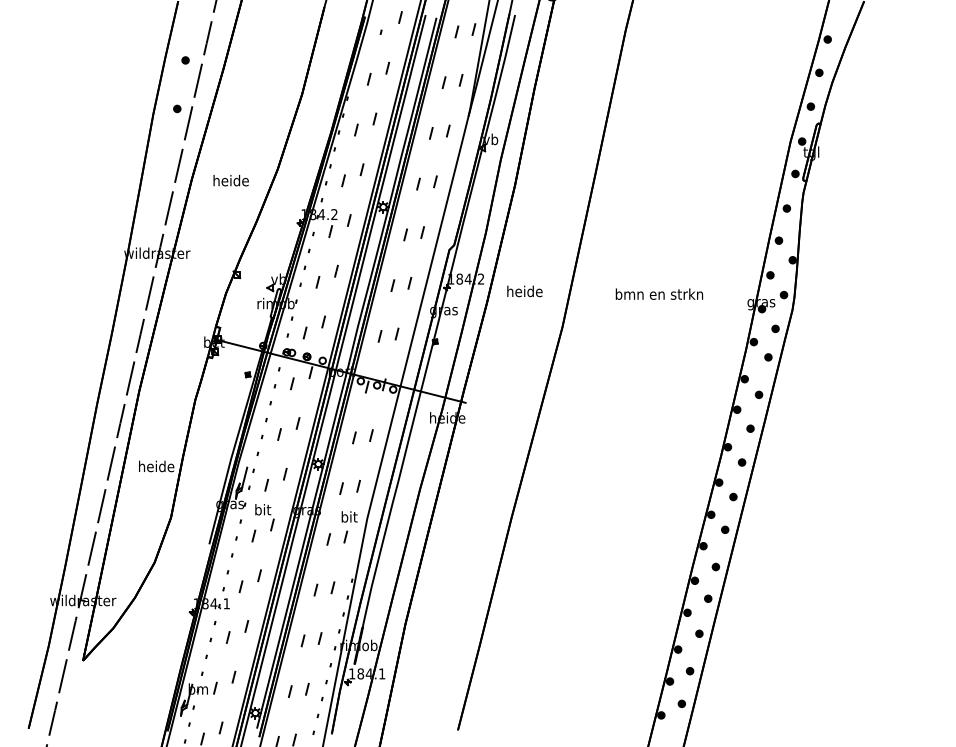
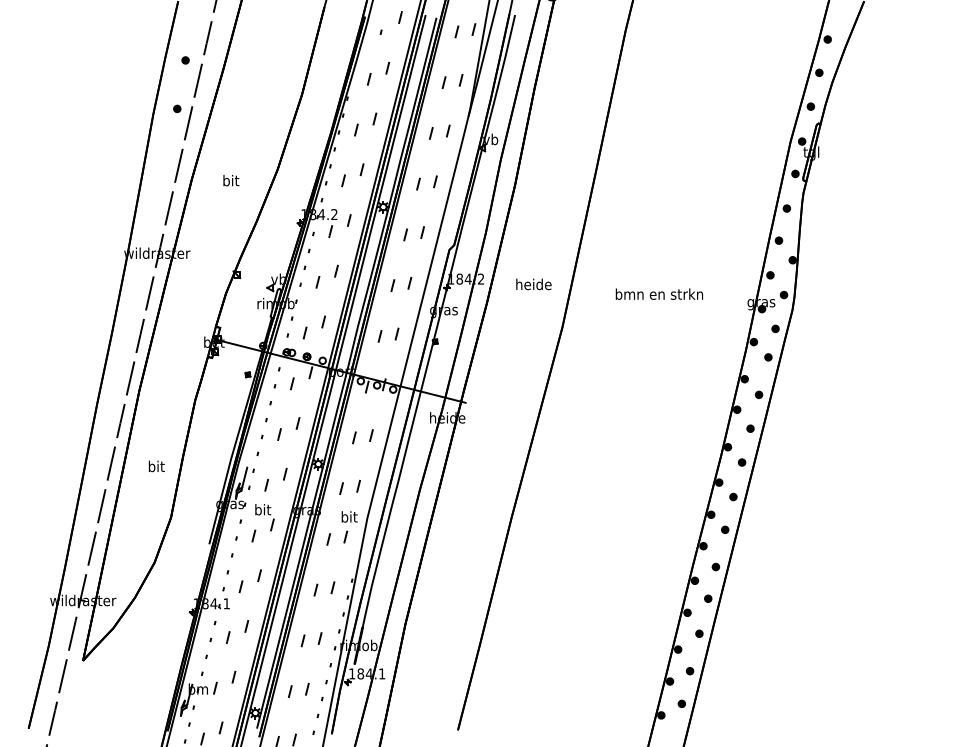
text at (230, 180): heide -> bit
text at (524, 291) position: (524, 291) -> (533, 284)
text at (156, 466): heide -> bit
